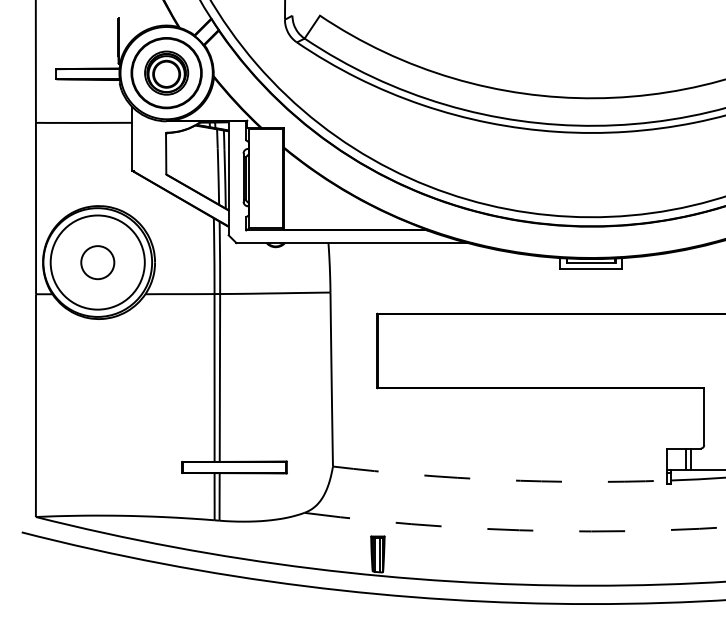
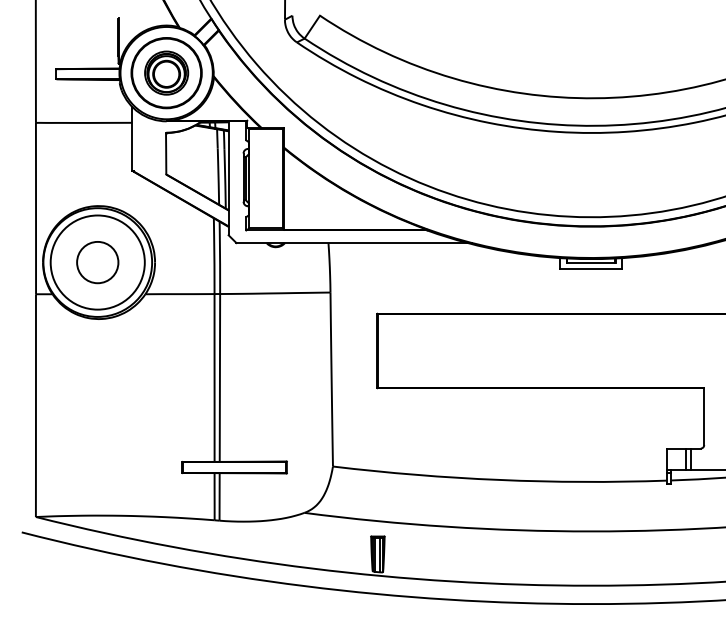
circle at (97, 262) size: 36x36 px -> 44x44 px
arc at (499, 480): dashed -> solid
arc at (514, 530): dashed -> solid
